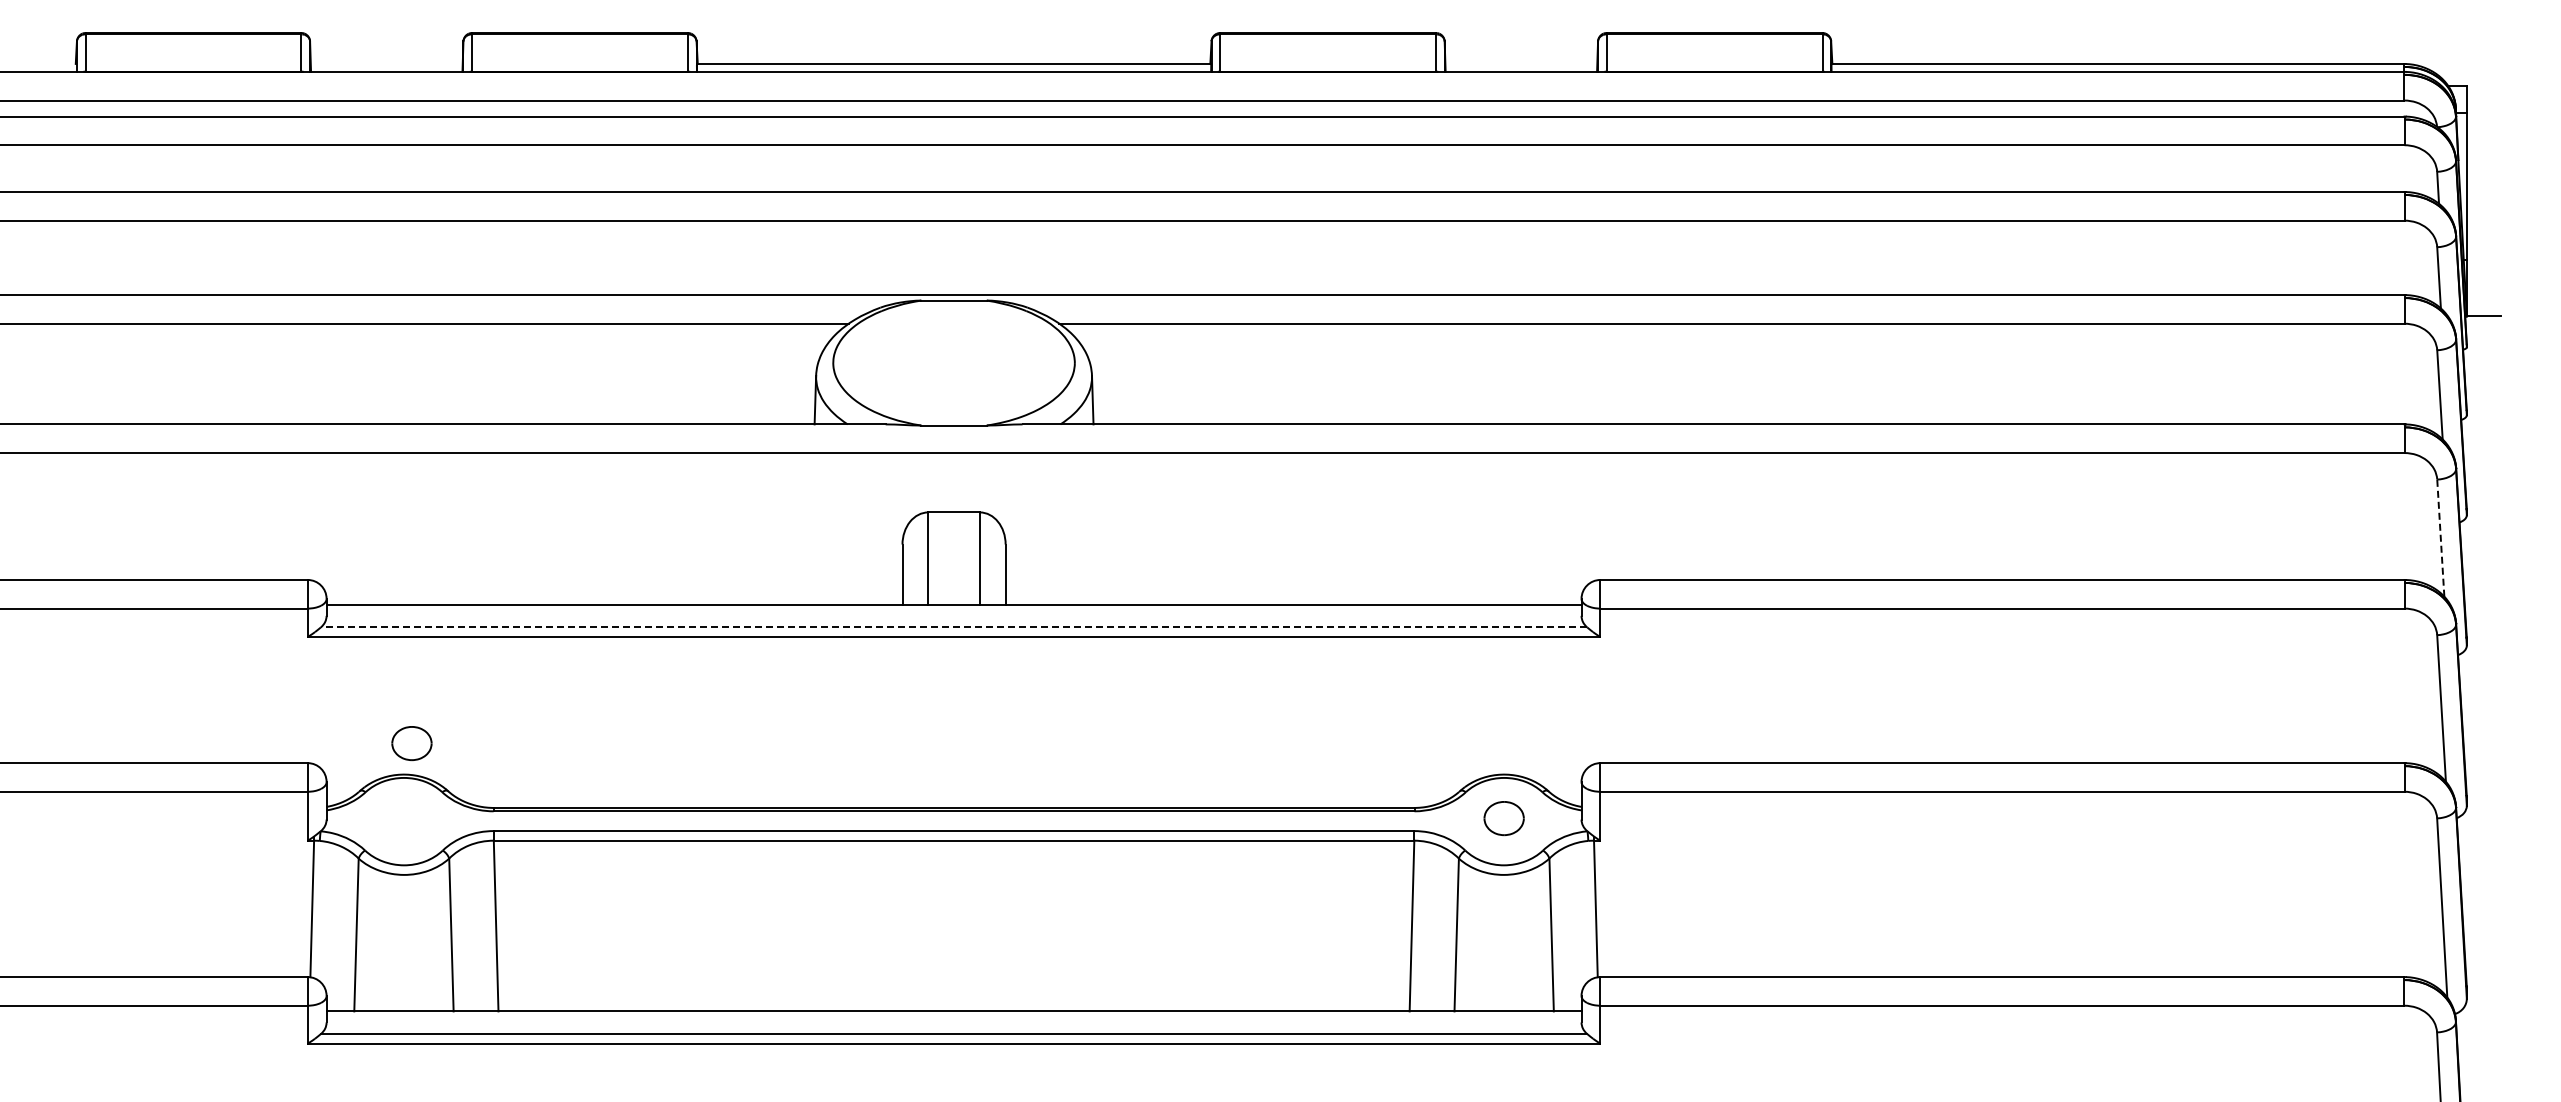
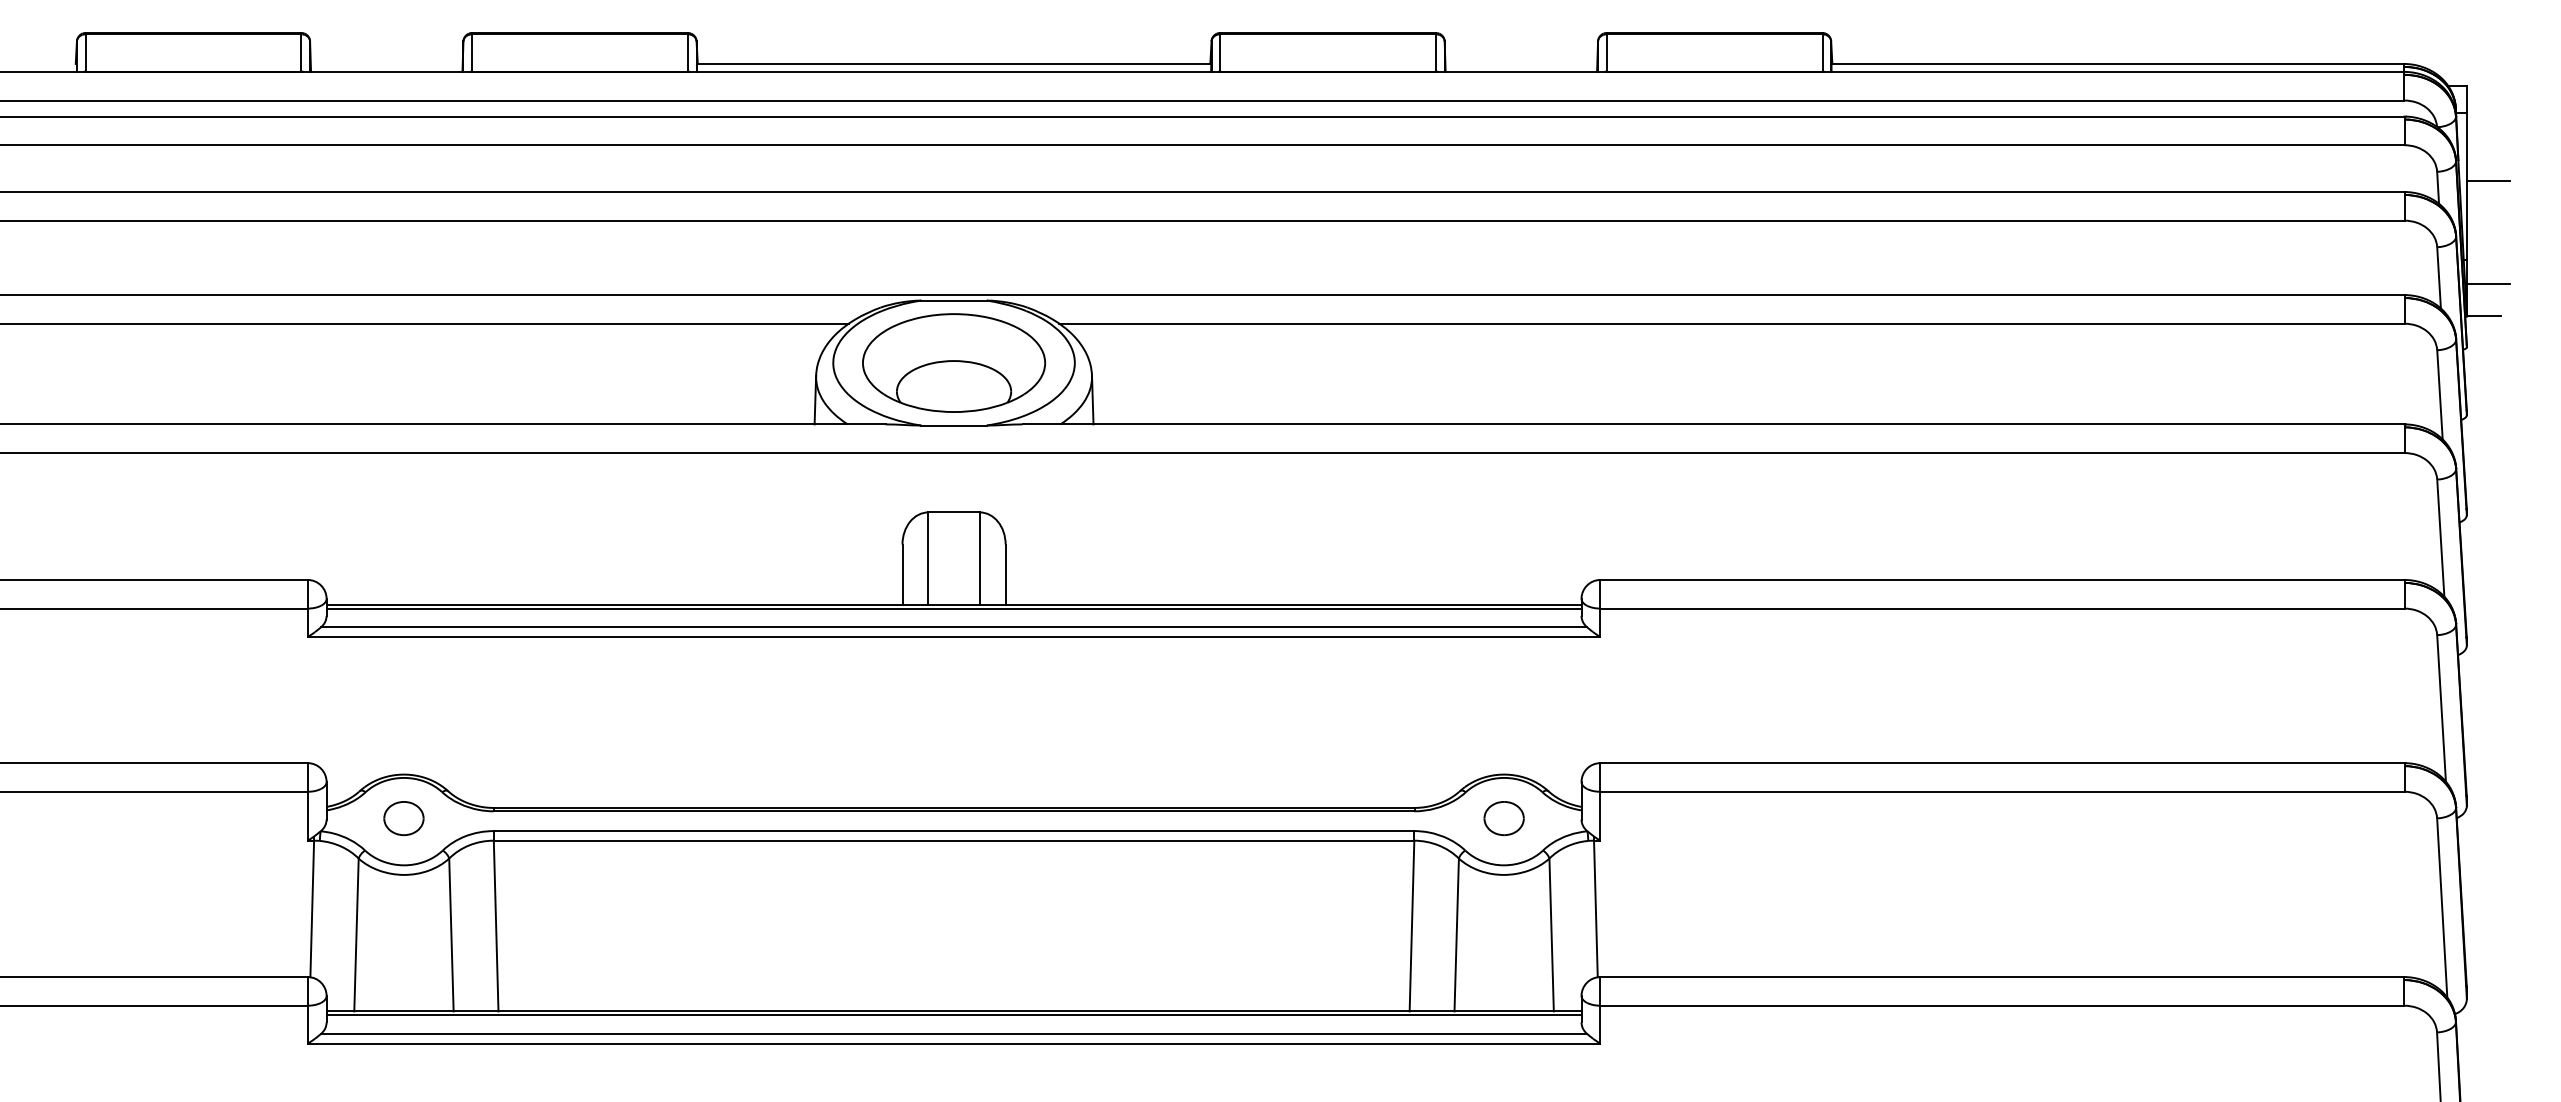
line at (2487, 181): none -> present
line at (2487, 284): none -> present
part at (954, 362): none -> present
line at (2440, 538): dashed -> solid
line at (953, 608): none -> present
line at (953, 627): dashed -> solid
part at (411, 743) position: (411, 743) -> (403, 818)
line at (953, 1014): none -> present
